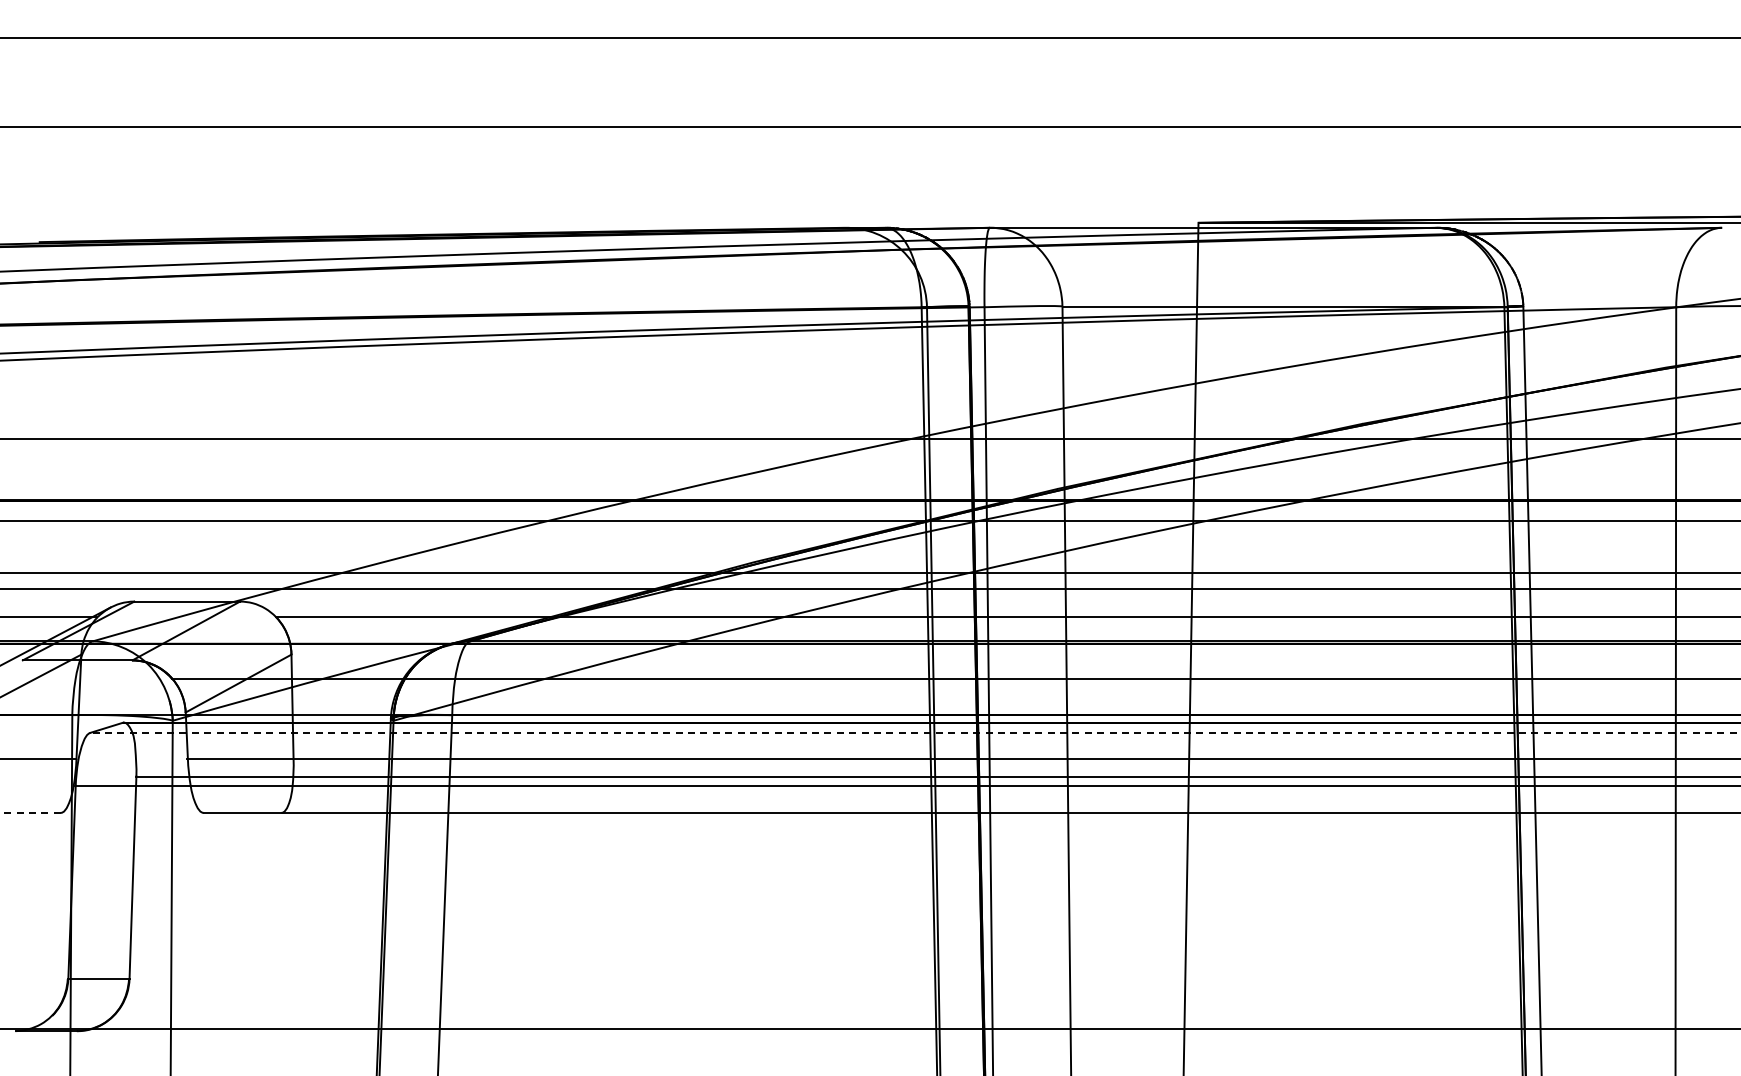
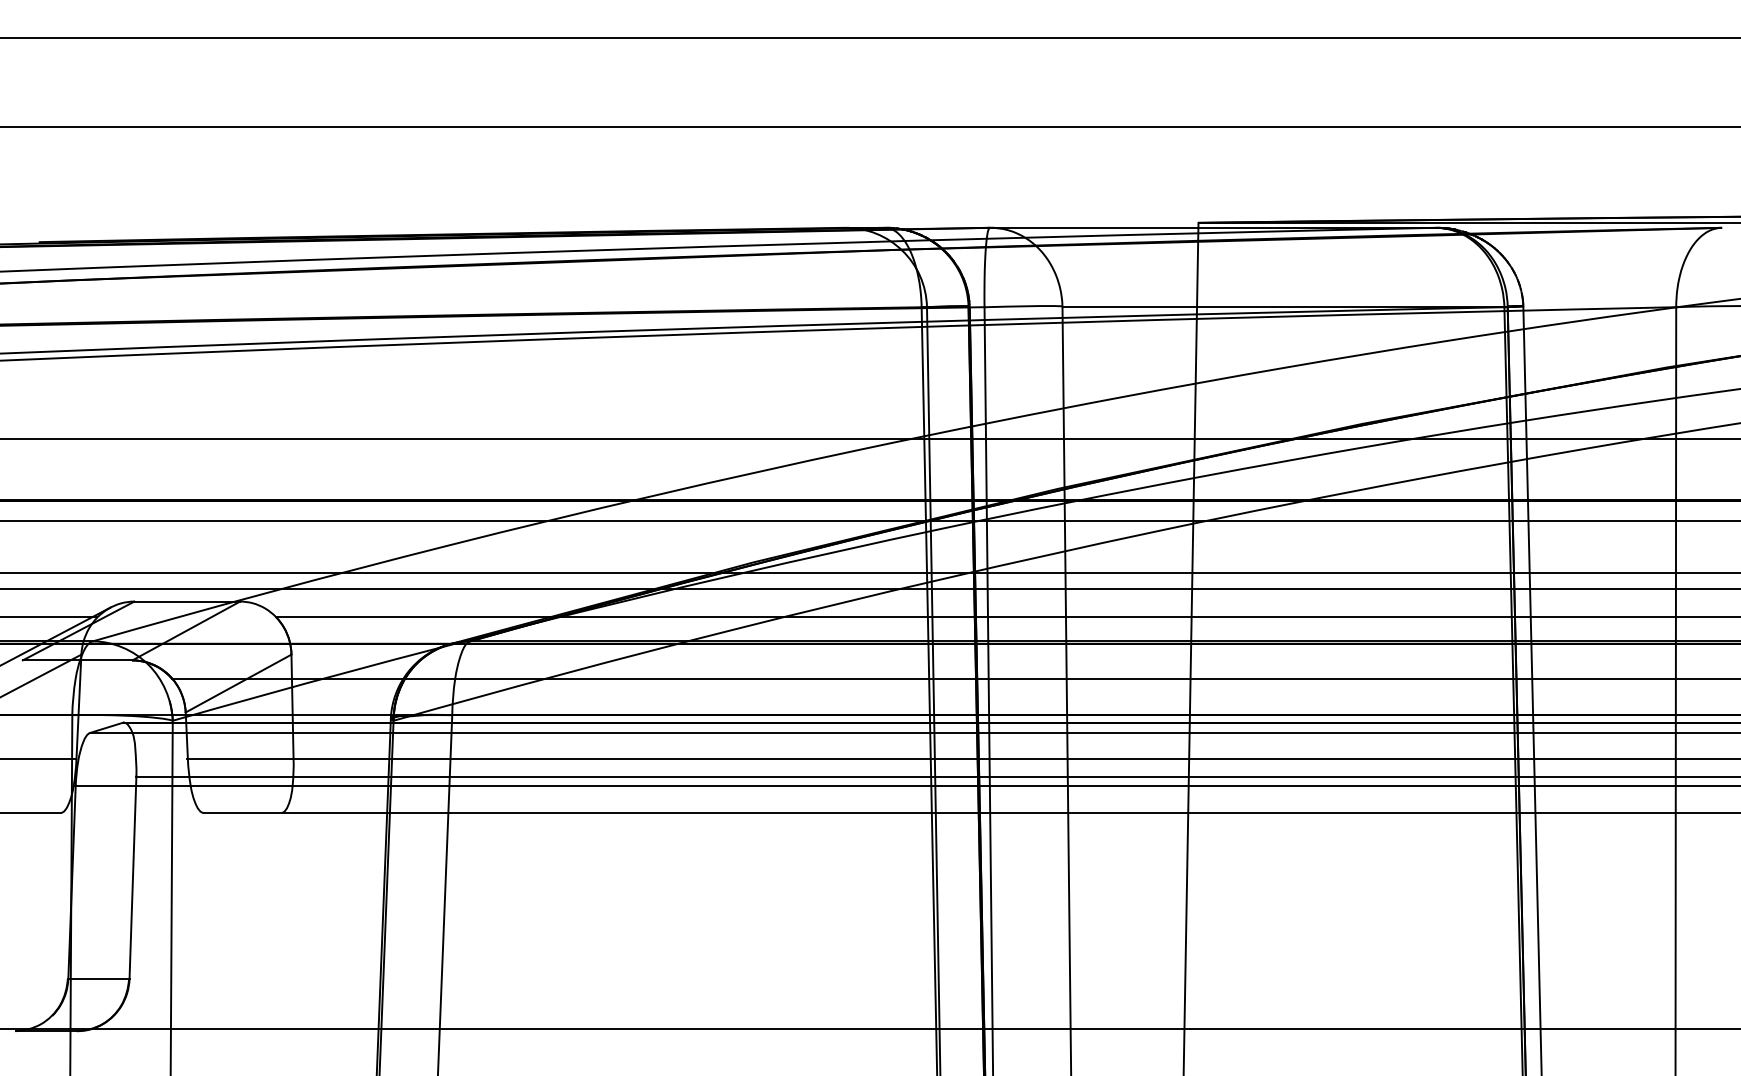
line at (915, 732): dashed -> solid
line at (30, 812): dashed -> solid
